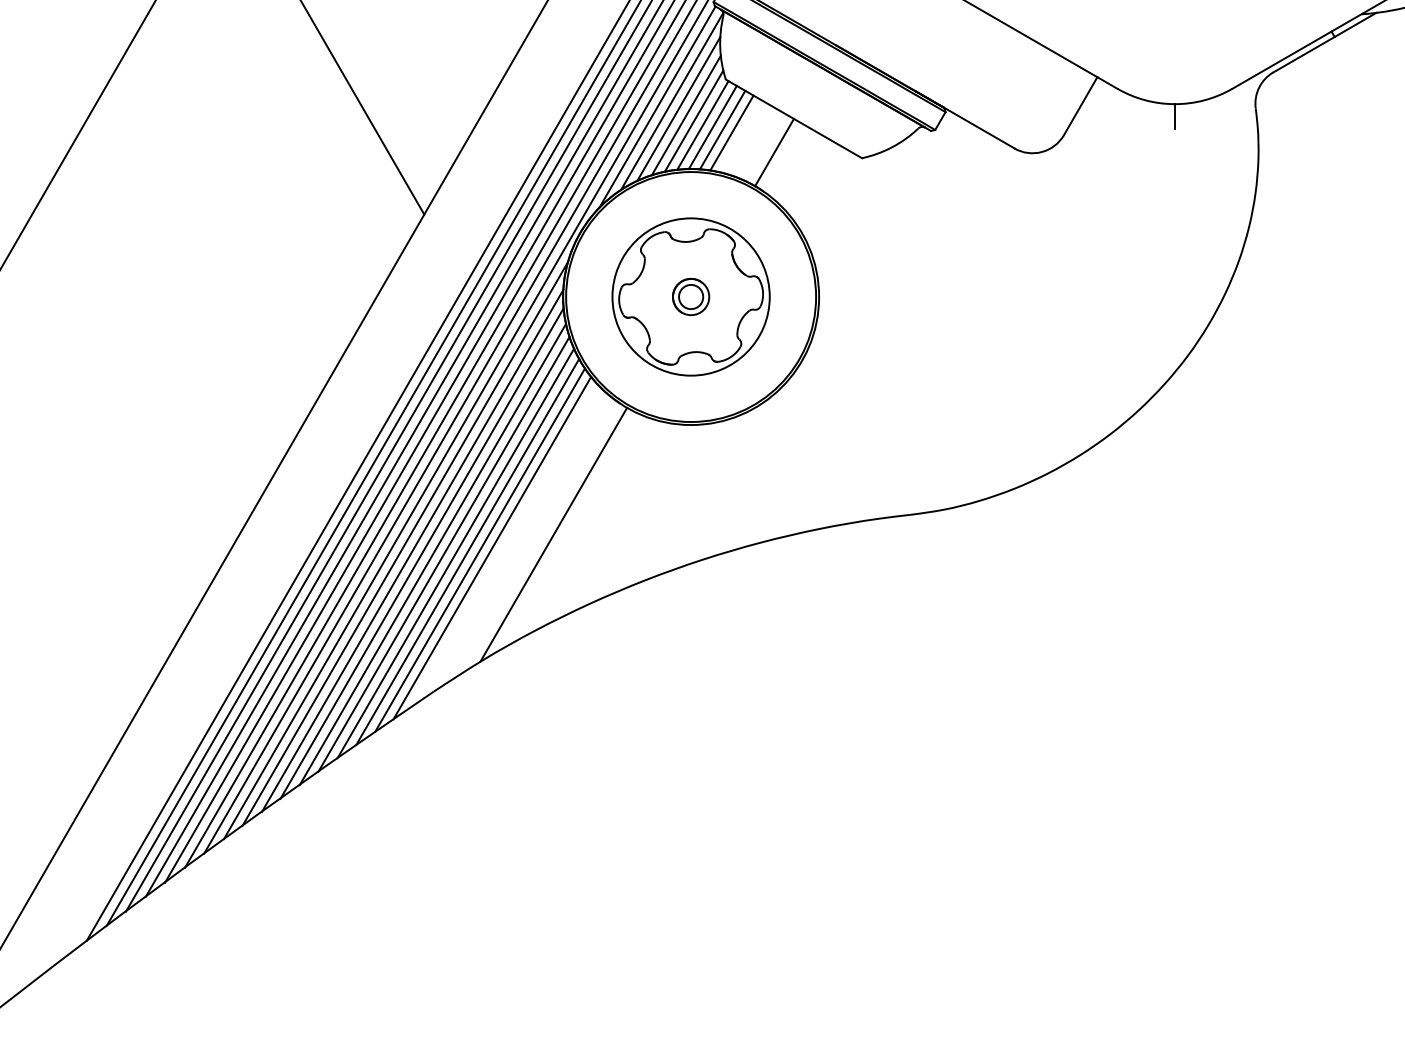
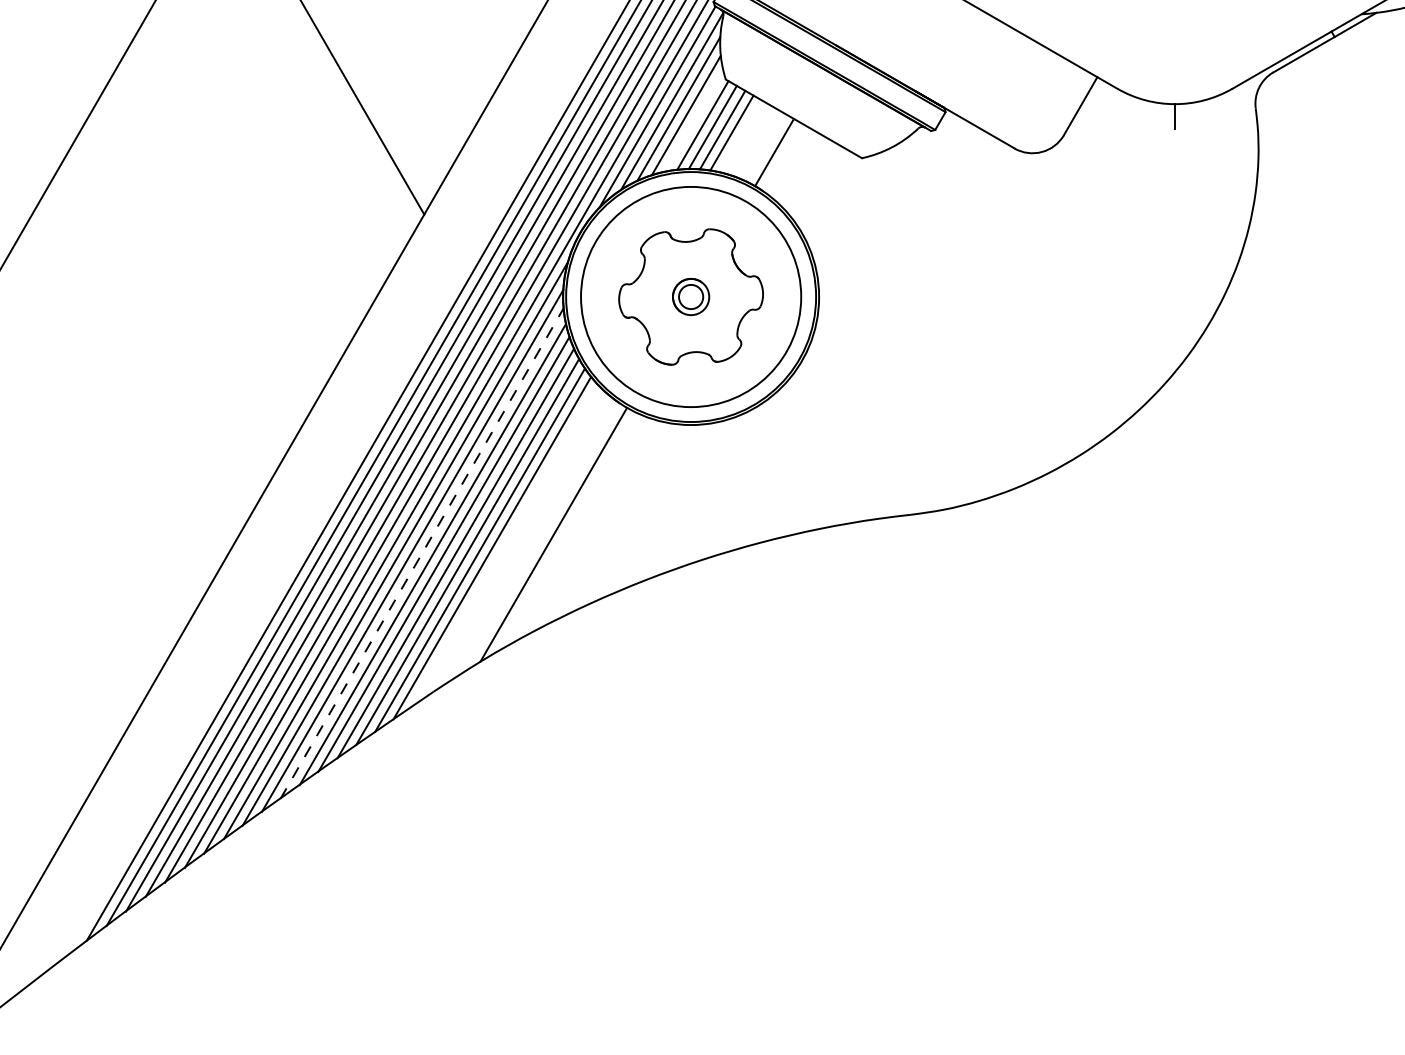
line at (693, 120): present -> none
circle at (690, 296) diameter: 157 px -> 220 px
line at (422, 553): solid -> dashed
